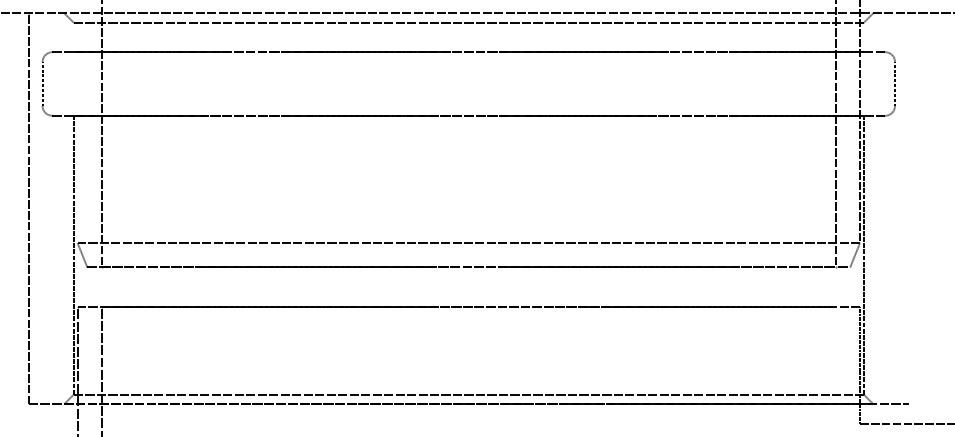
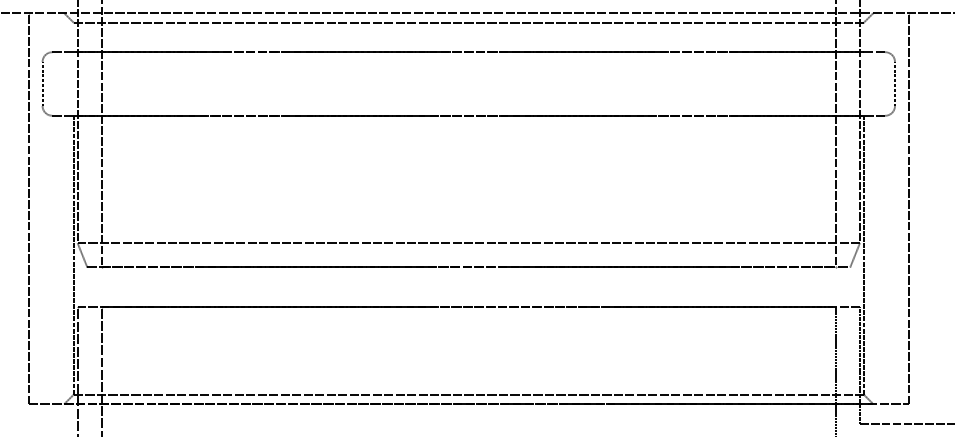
line at (77, 122): none -> present
line at (908, 208): none -> present
line at (836, 369): none -> present
